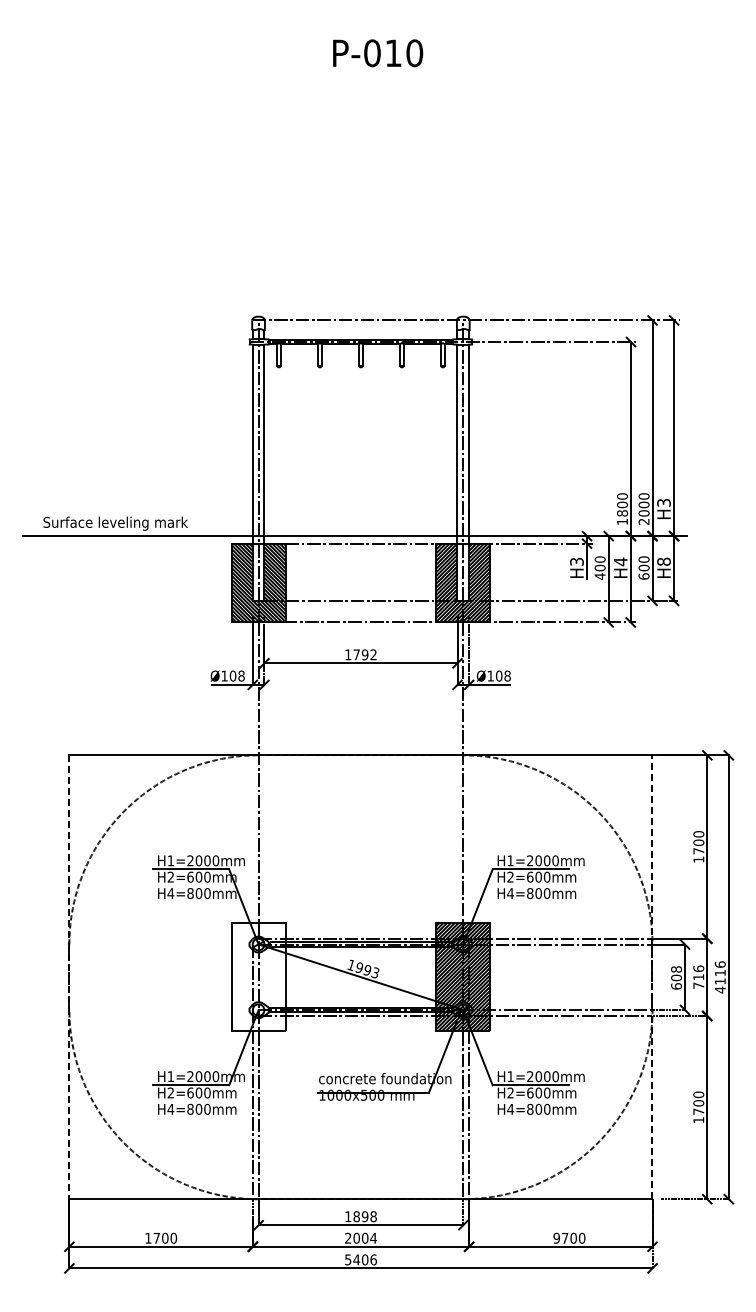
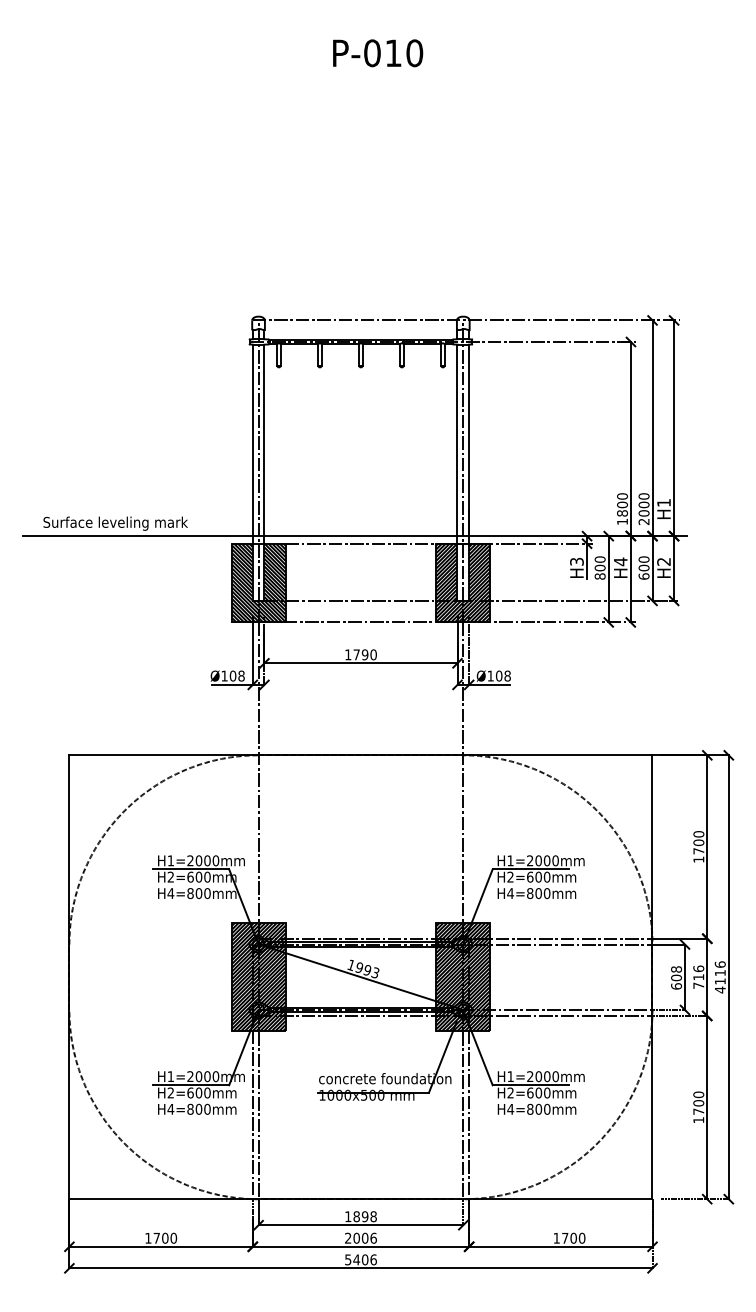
text at (663, 502): H3 -> H1
text at (663, 561): H8 -> H2
text at (599, 576): 400 -> 800
text at (373, 654): 1792 -> 1790
line at (69, 977): dashed -> solid
hatch at (258, 977): none -> present
line at (652, 977): dashed -> solid
text at (373, 1237): 2004 -> 2006
text at (556, 1237): 9700 -> 1700
